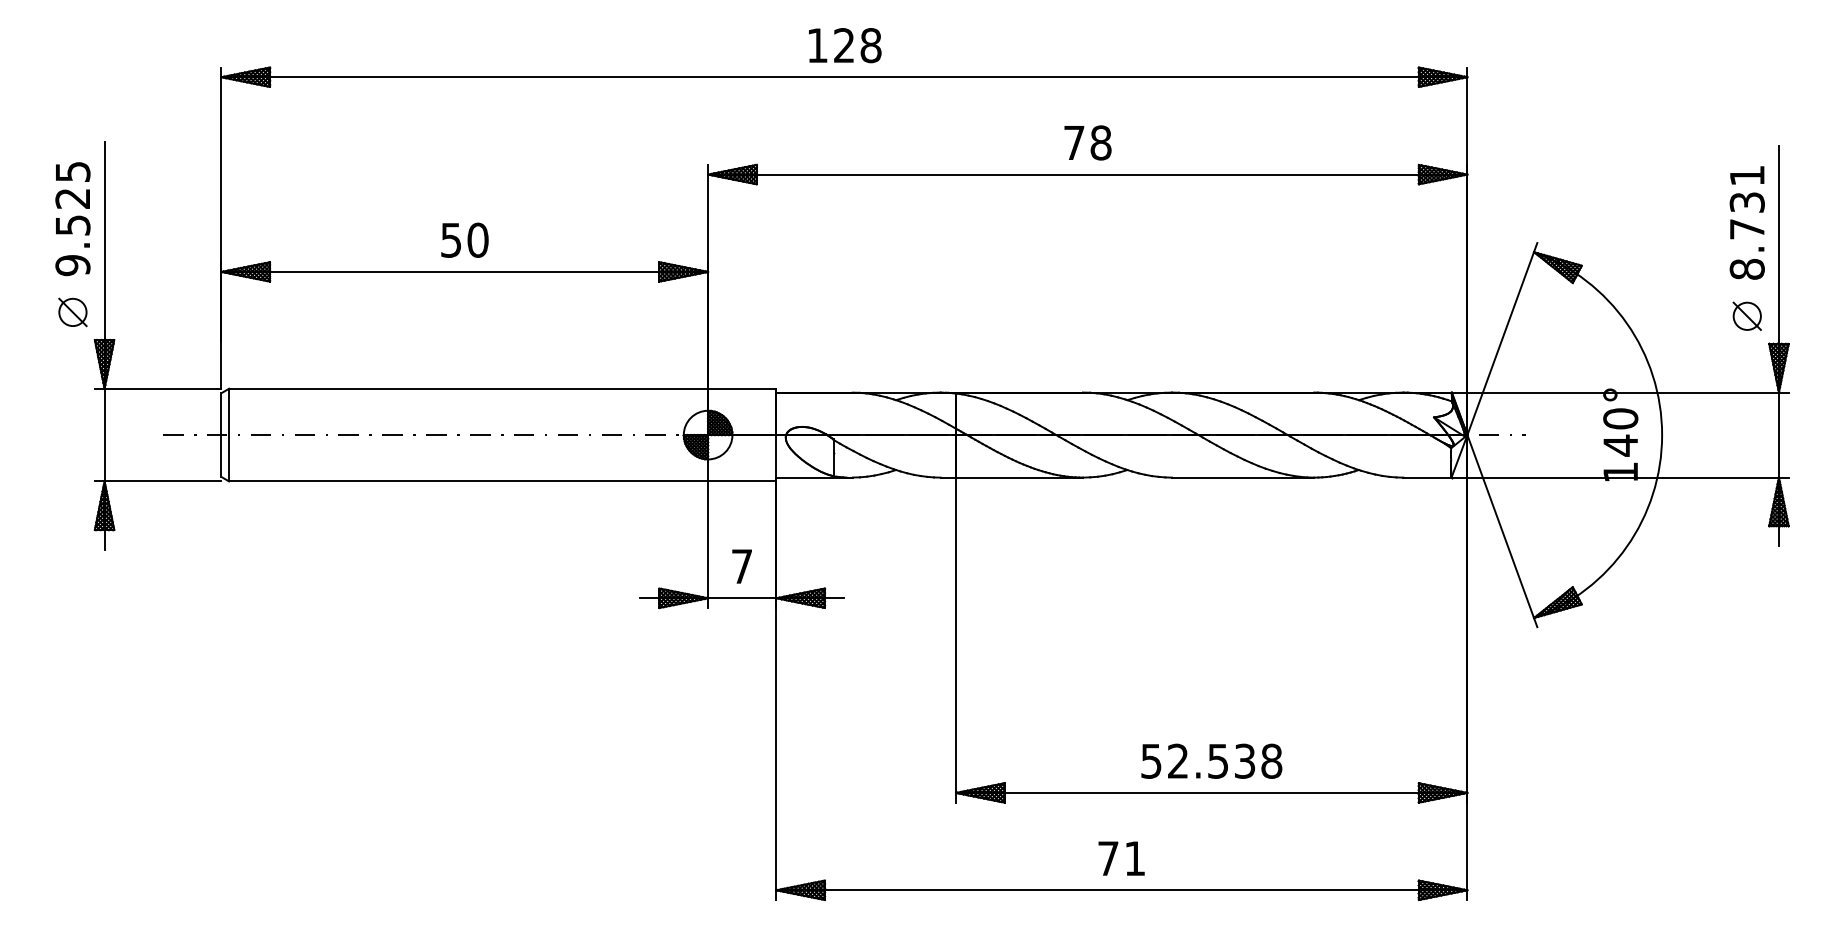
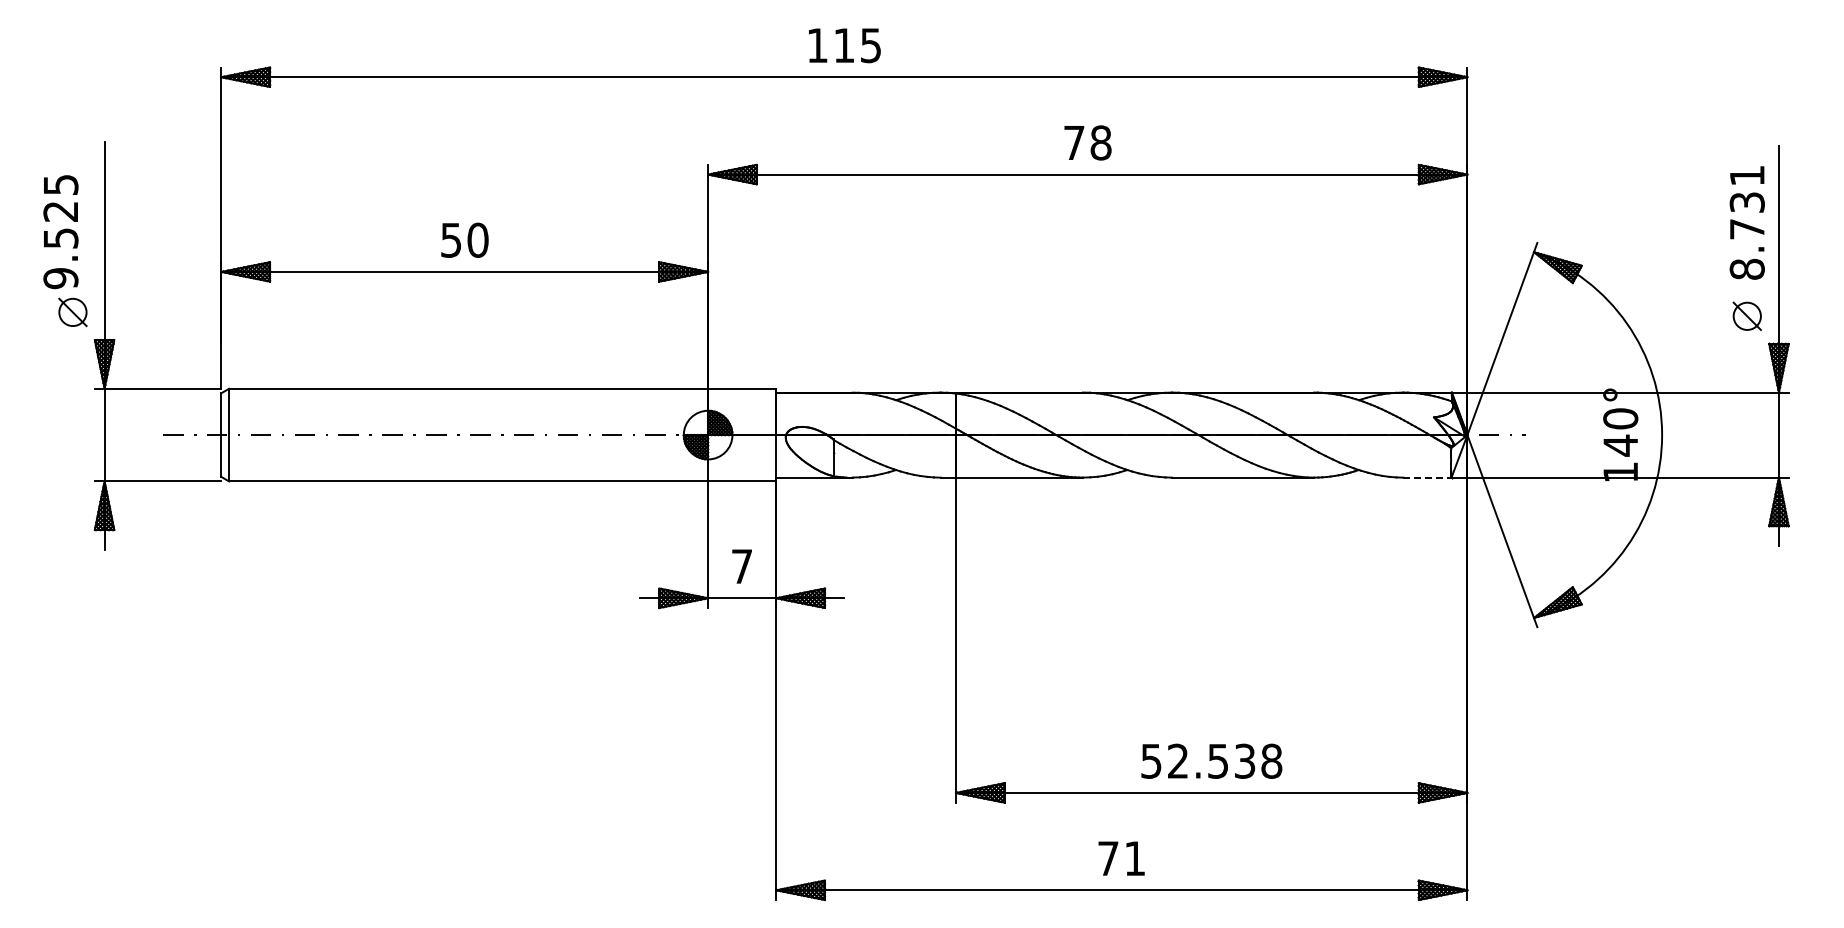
text at (857, 45): 128 -> 115
text at (72, 219) position: (72, 219) -> (60, 232)
line at (1428, 477): solid -> dashed
